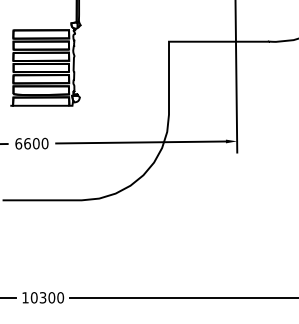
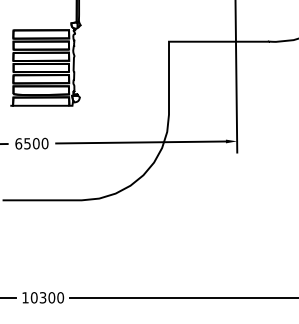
text at (27, 143): 6600 -> 6500
